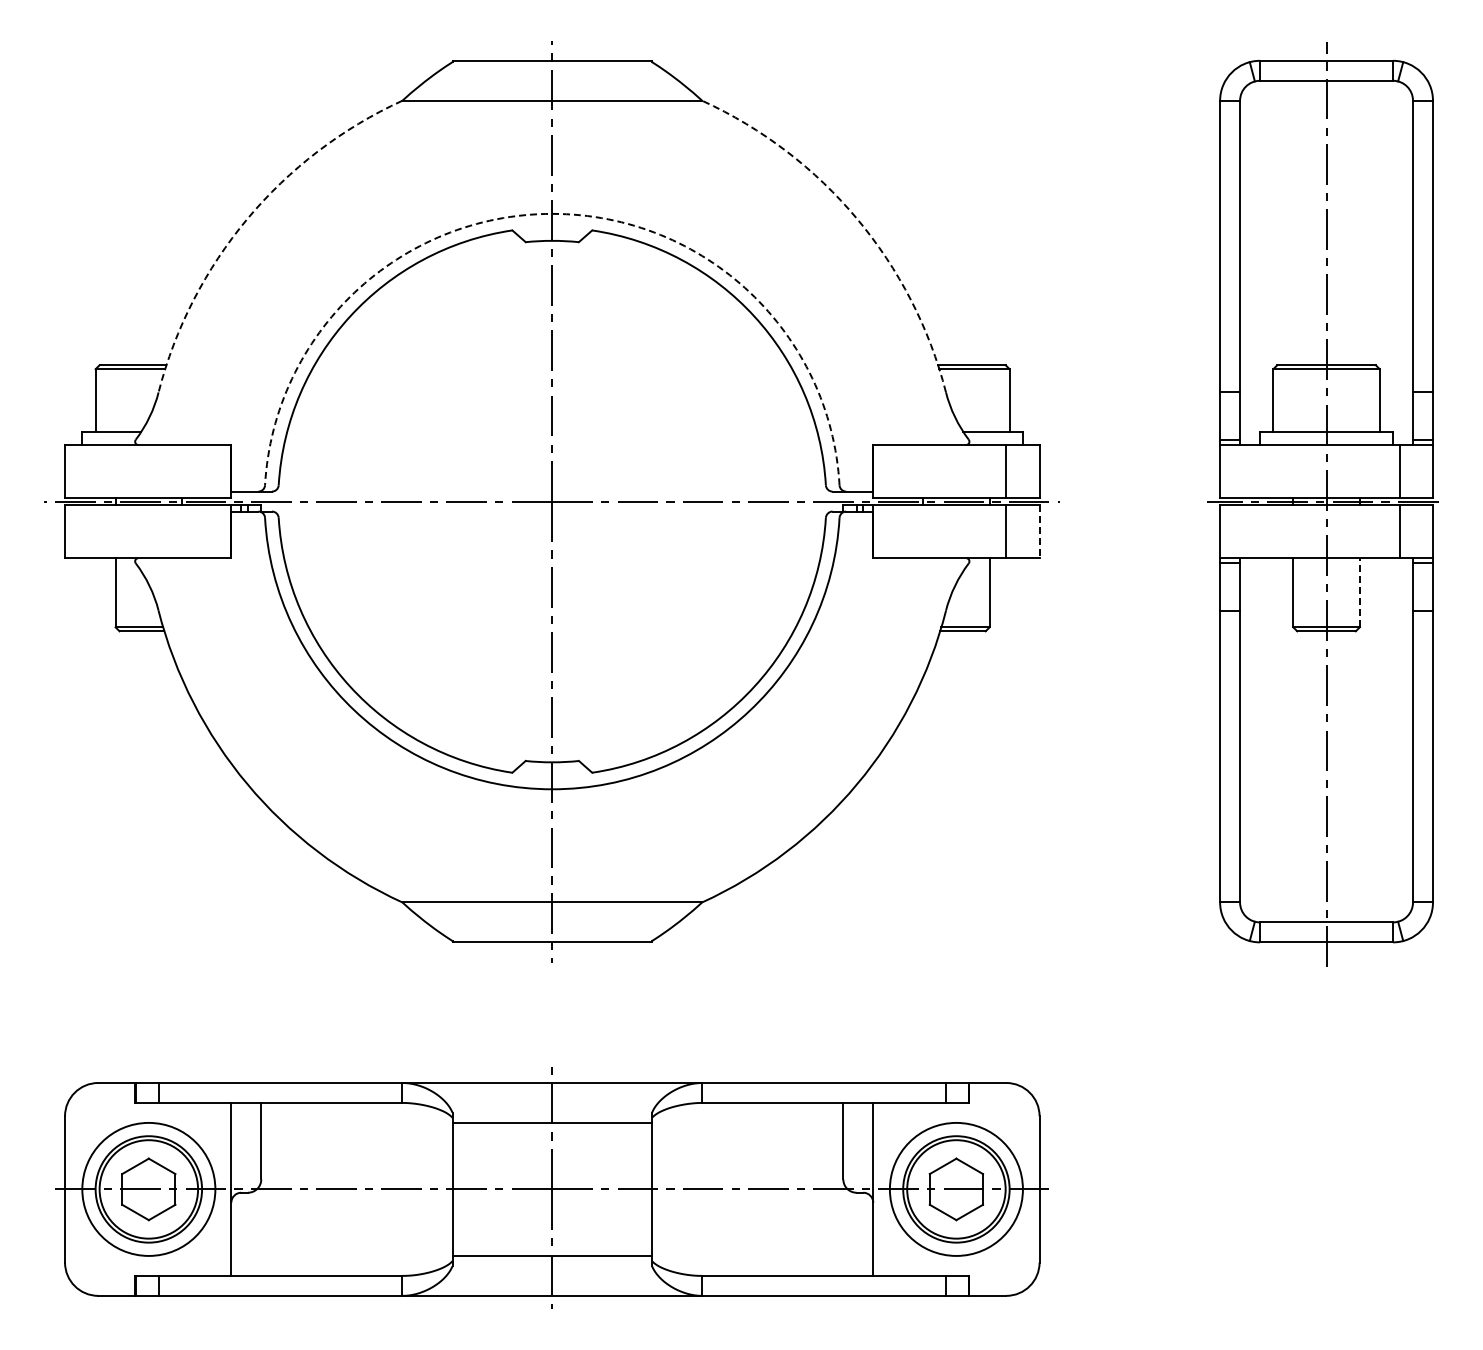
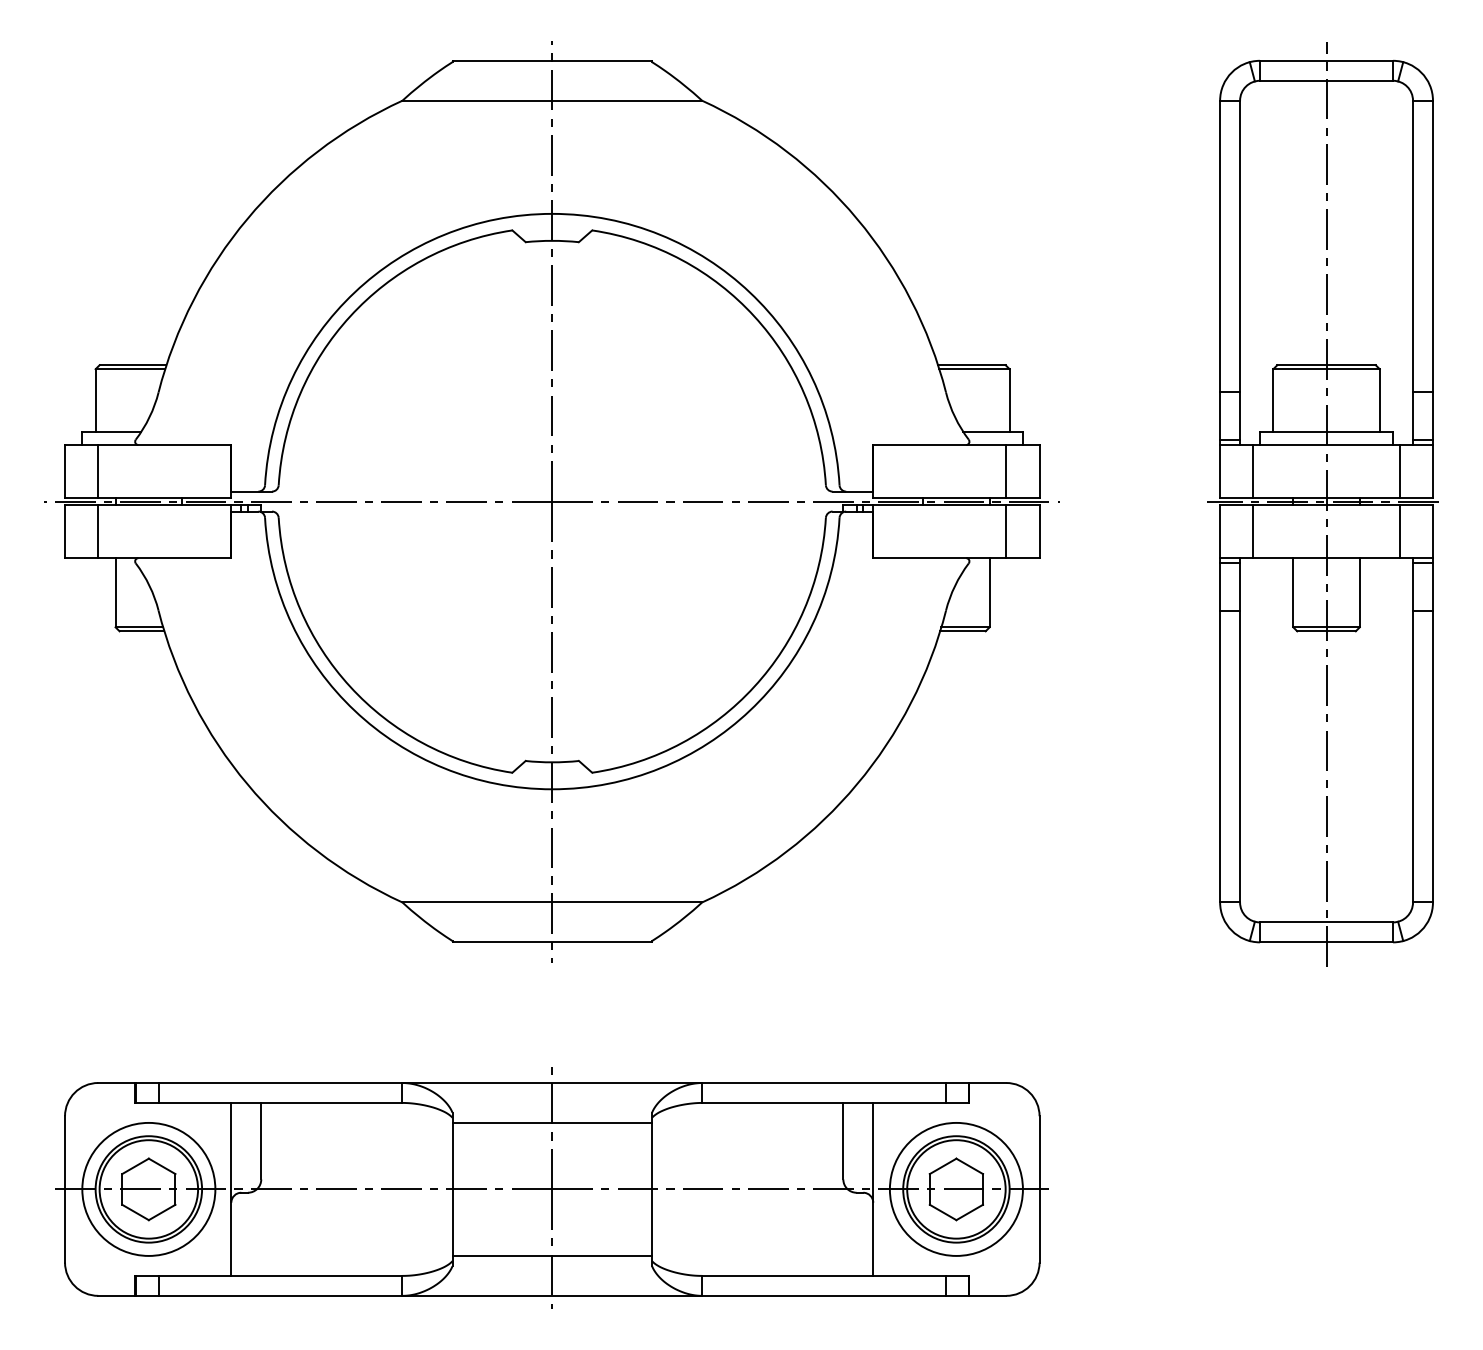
arc at (552, 213): dashed -> solid
arc at (247, 218): dashed -> solid
arc at (857, 218): dashed -> solid
line at (98, 471): none -> present
line at (1253, 471): none -> present
line at (98, 531): none -> present
line at (1039, 531): dashed -> solid
line at (1253, 531): none -> present
line at (1359, 592): dashed -> solid
